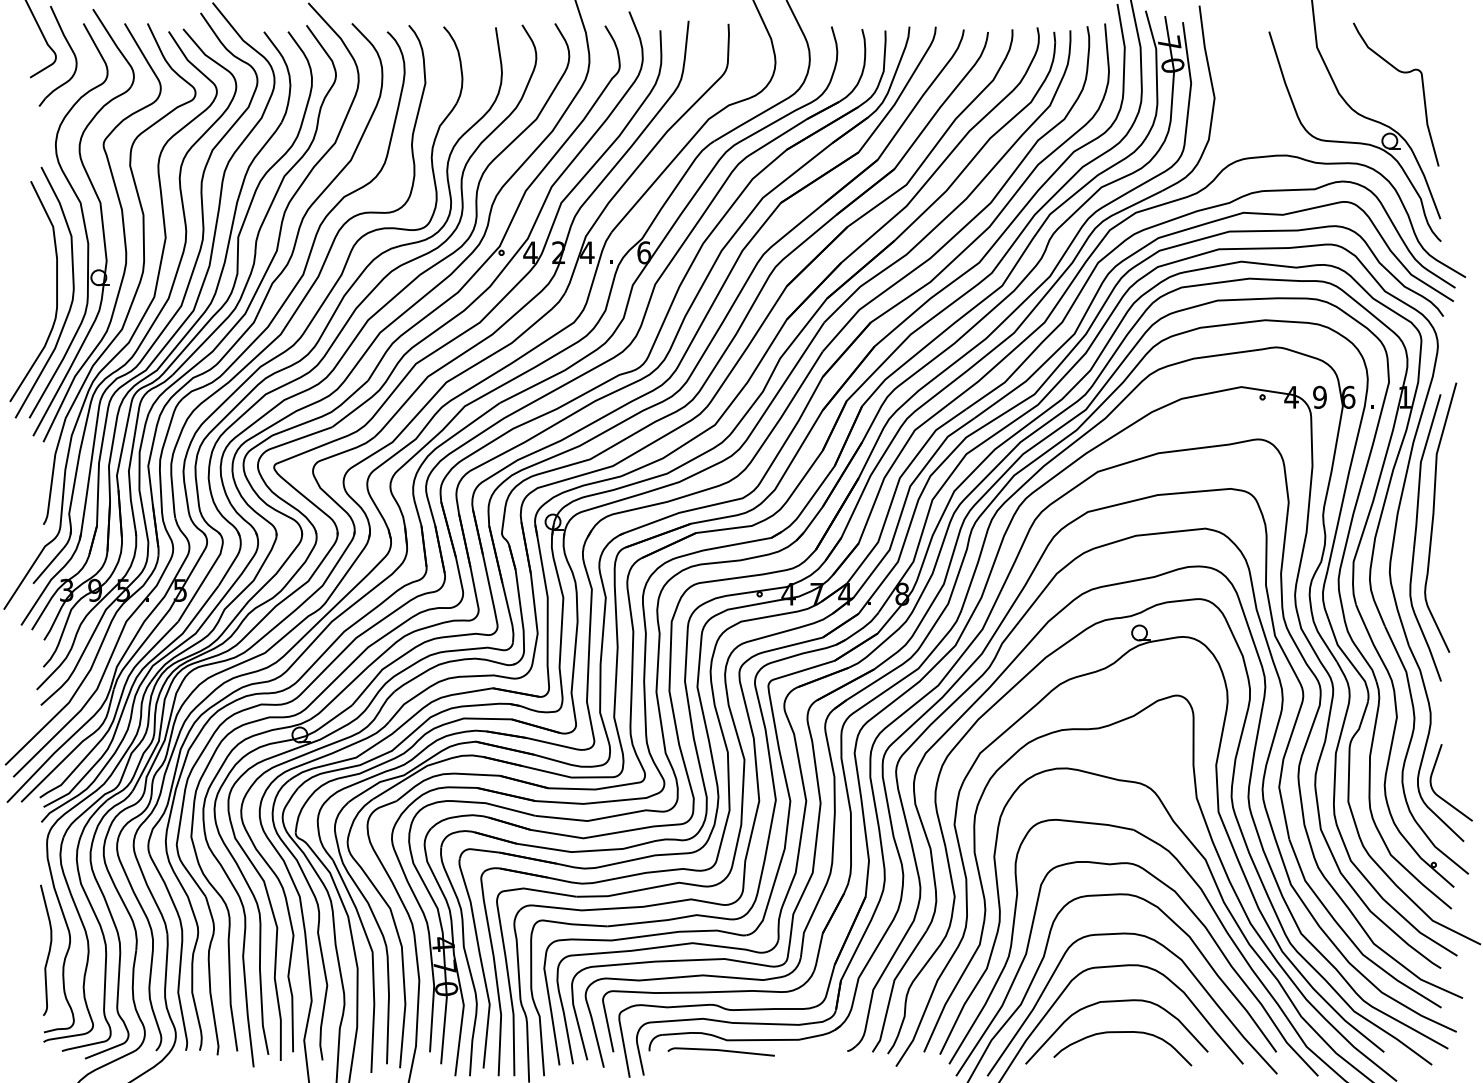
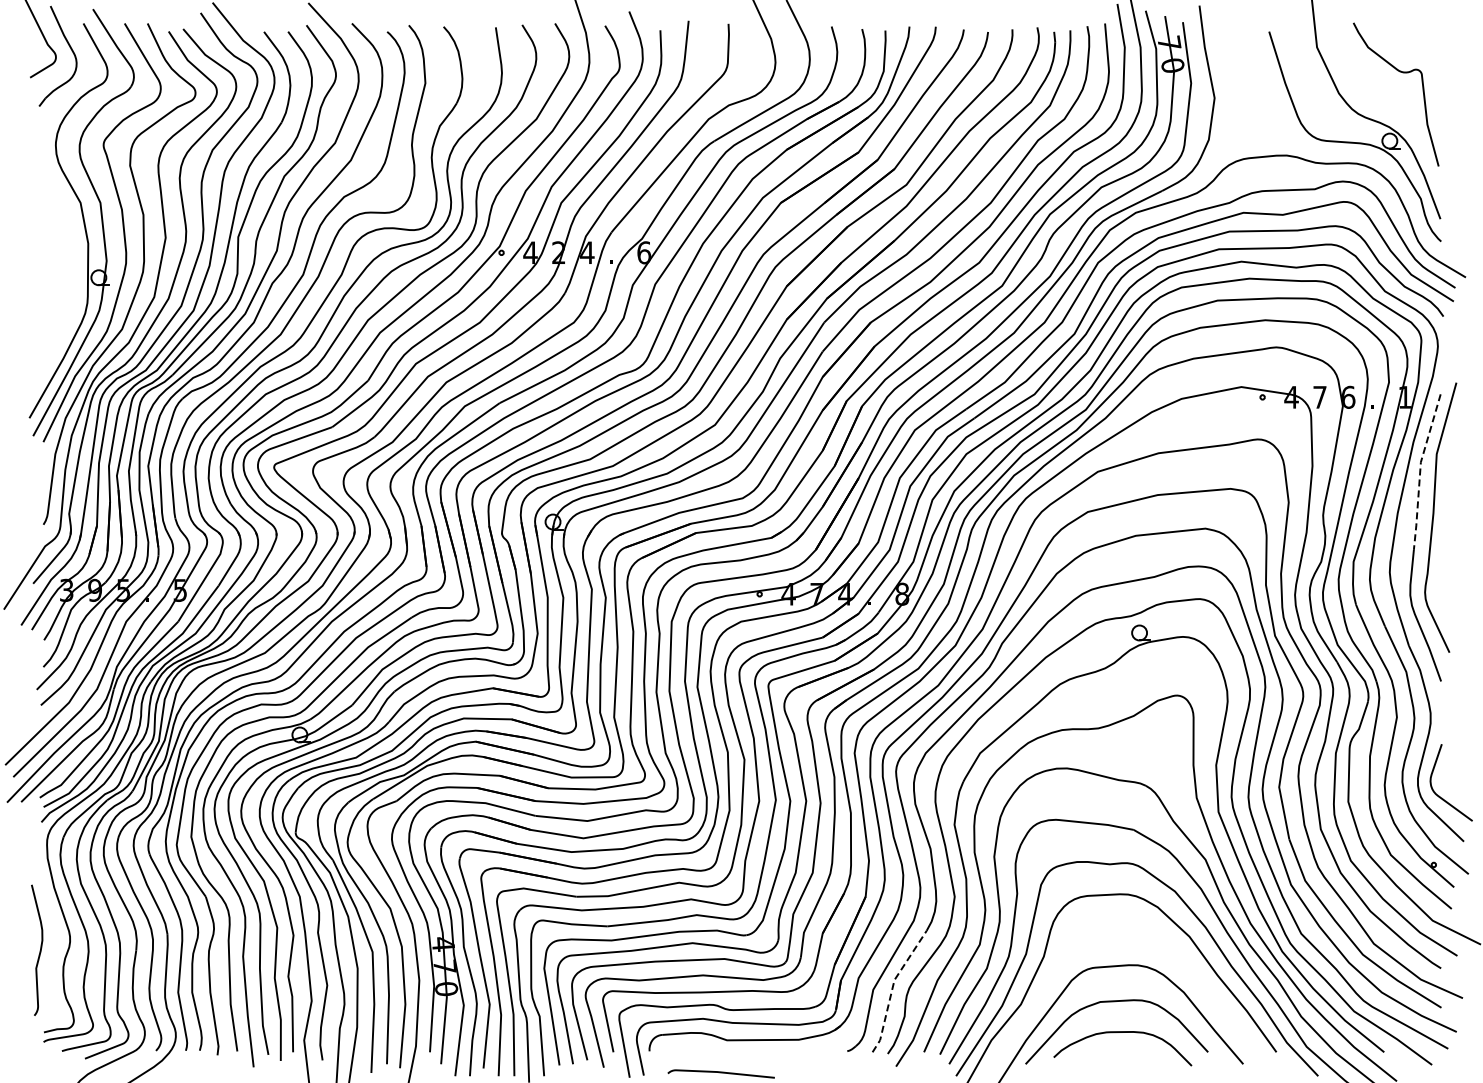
part at (56, 292): present -> none
text at (1319, 396): 9 -> 7
line at (1420, 471): solid -> dashed
curve at (48, 950) position: (48, 950) -> (39, 950)
curve at (1168, 951): present -> none
line at (892, 988): solid -> dashed
curve at (720, 1051) position: (720, 1051) -> (720, 1073)
